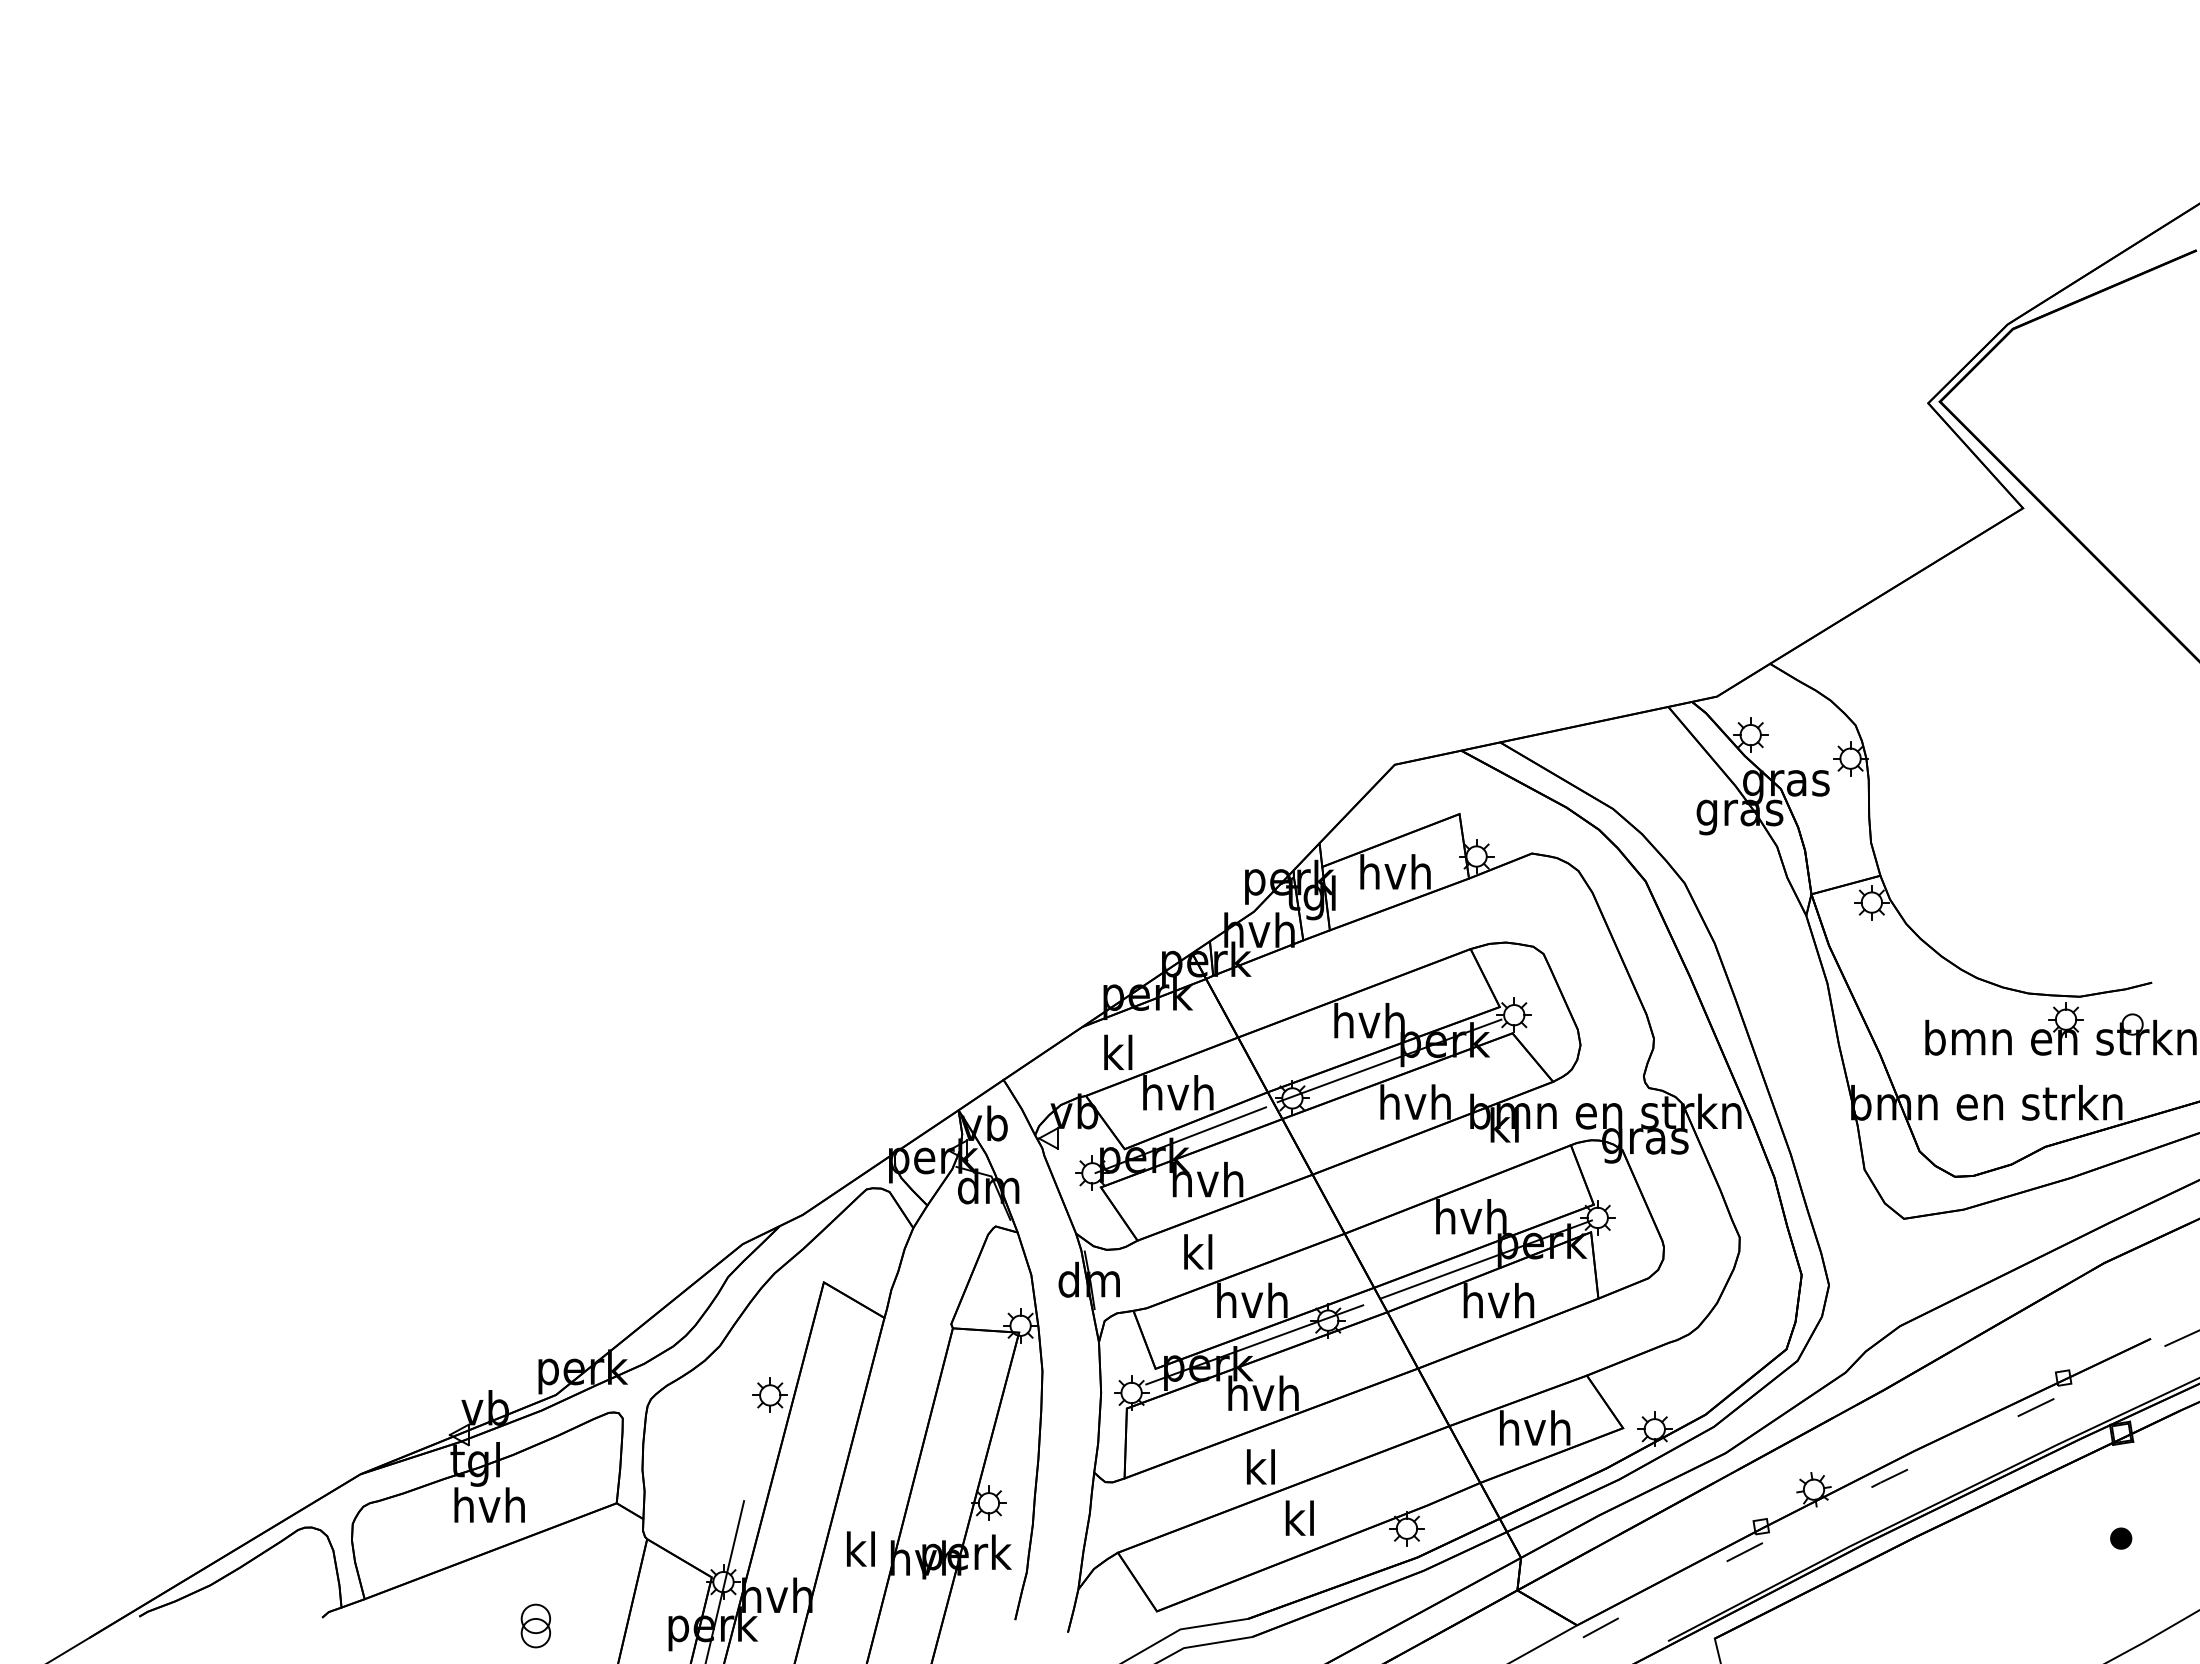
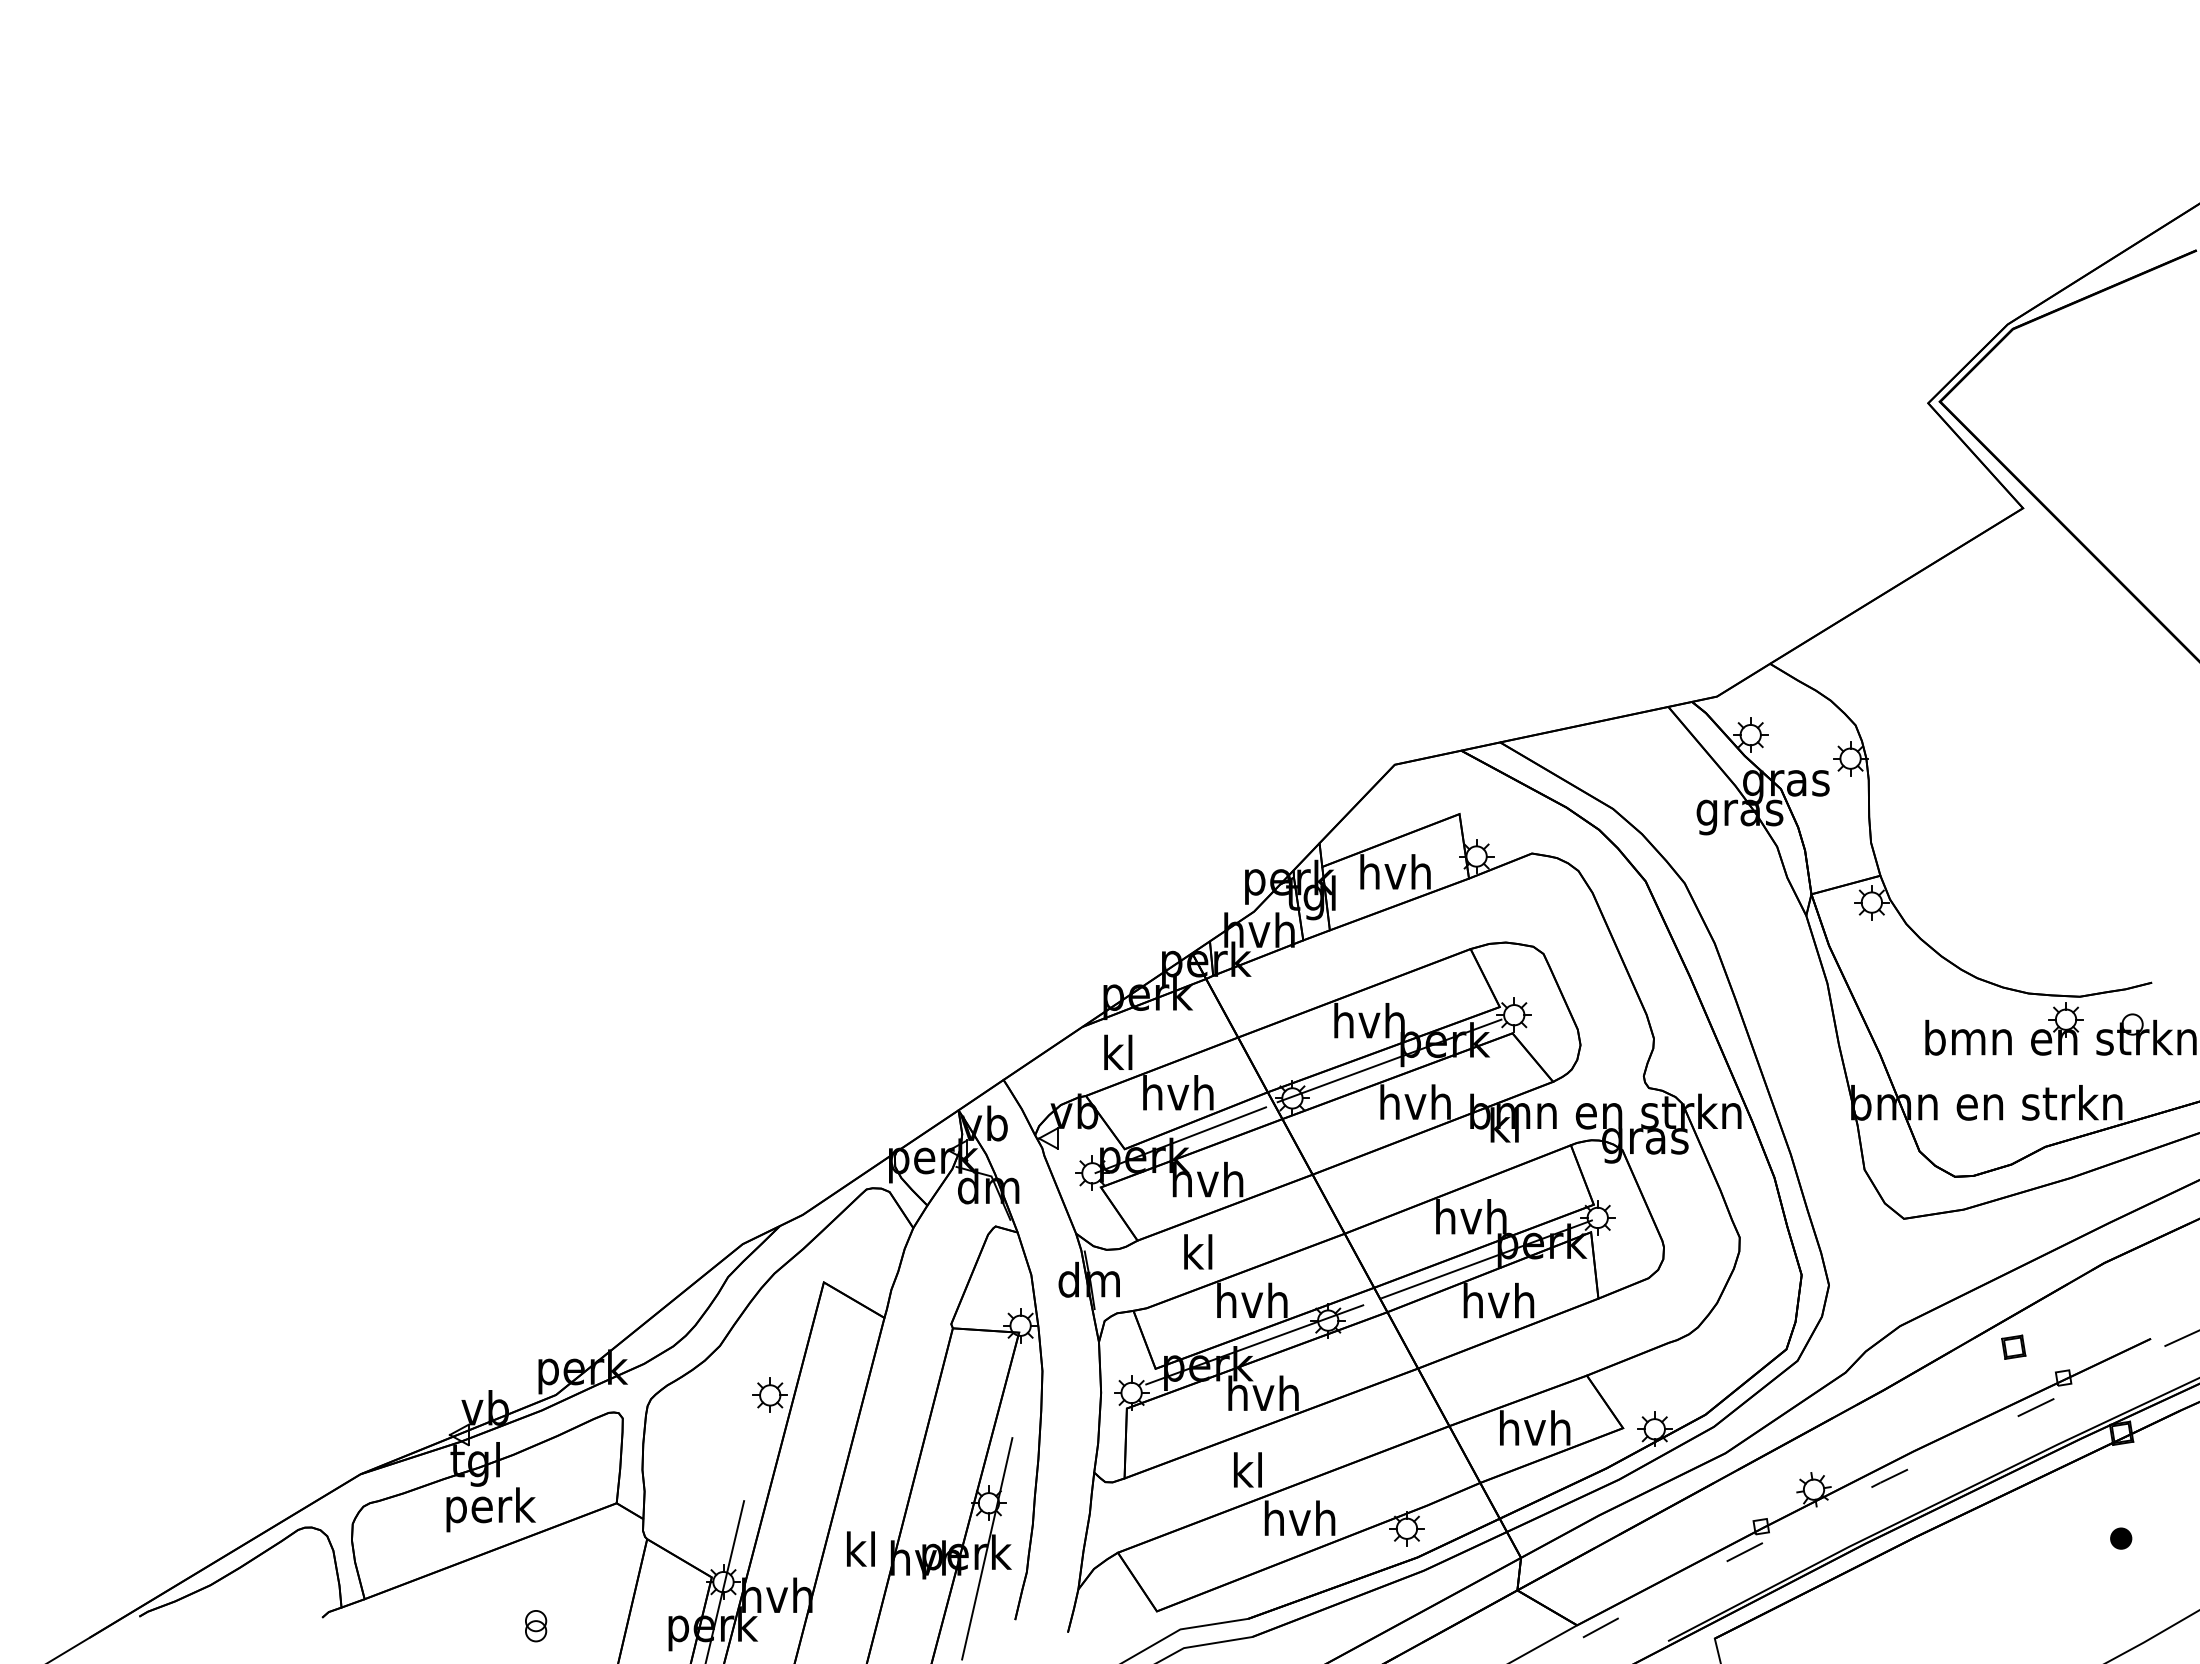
part at (2013, 1346): none -> present
text at (1260, 1466) position: (1260, 1466) -> (1247, 1469)
text at (490, 1509): hvh -> perk
text at (1299, 1517): kl -> hvh
line at (987, 1548): none -> present
part at (535, 1625) size: 31x46 px -> 23x33 px
